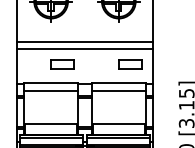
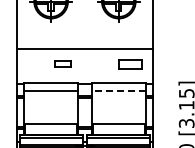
line at (84, 41): present -> none
part at (62, 64) size: 25x11 px -> 18x8 px
line at (118, 90): solid -> dashed
